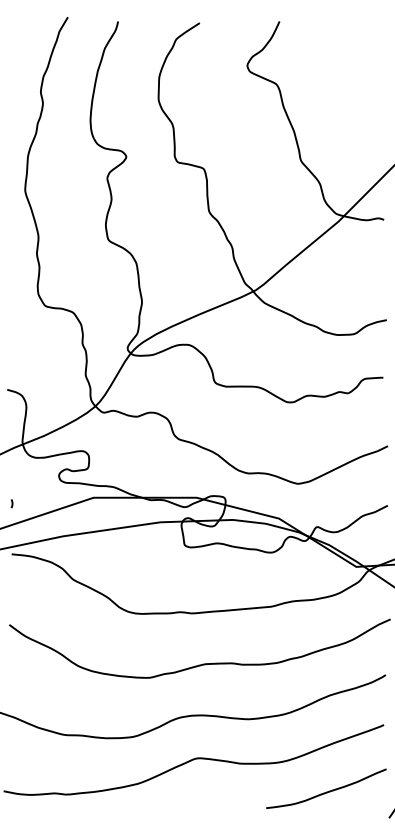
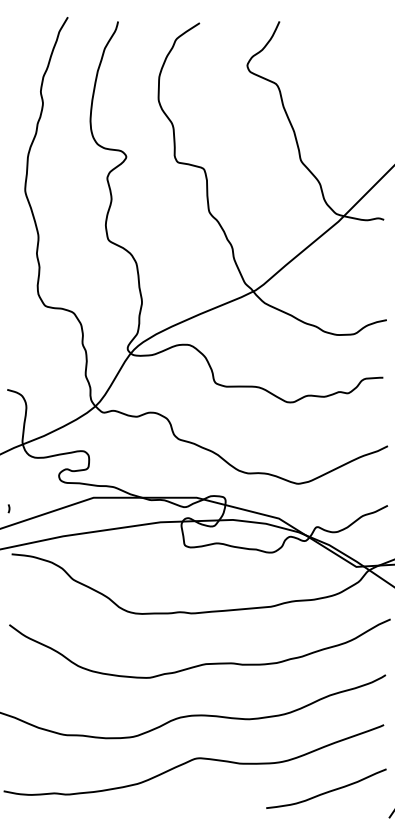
curve at (11, 503) position: (11, 503) -> (8, 508)
